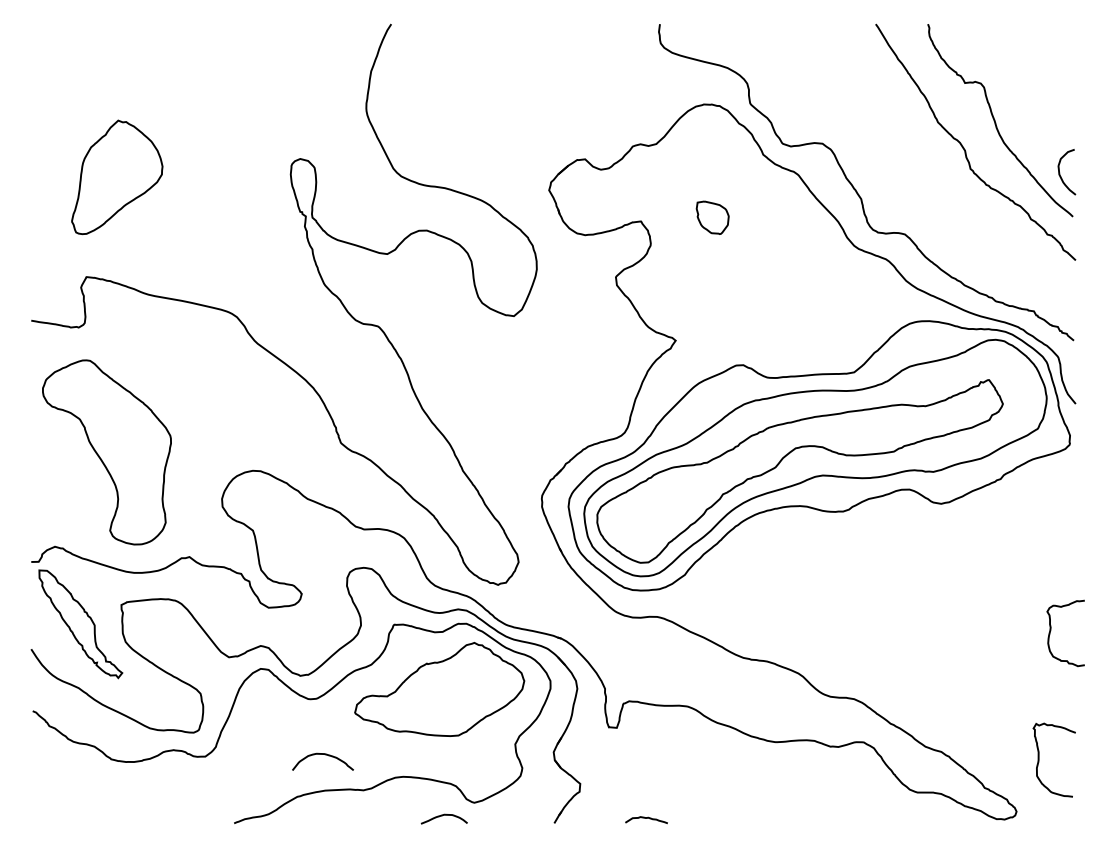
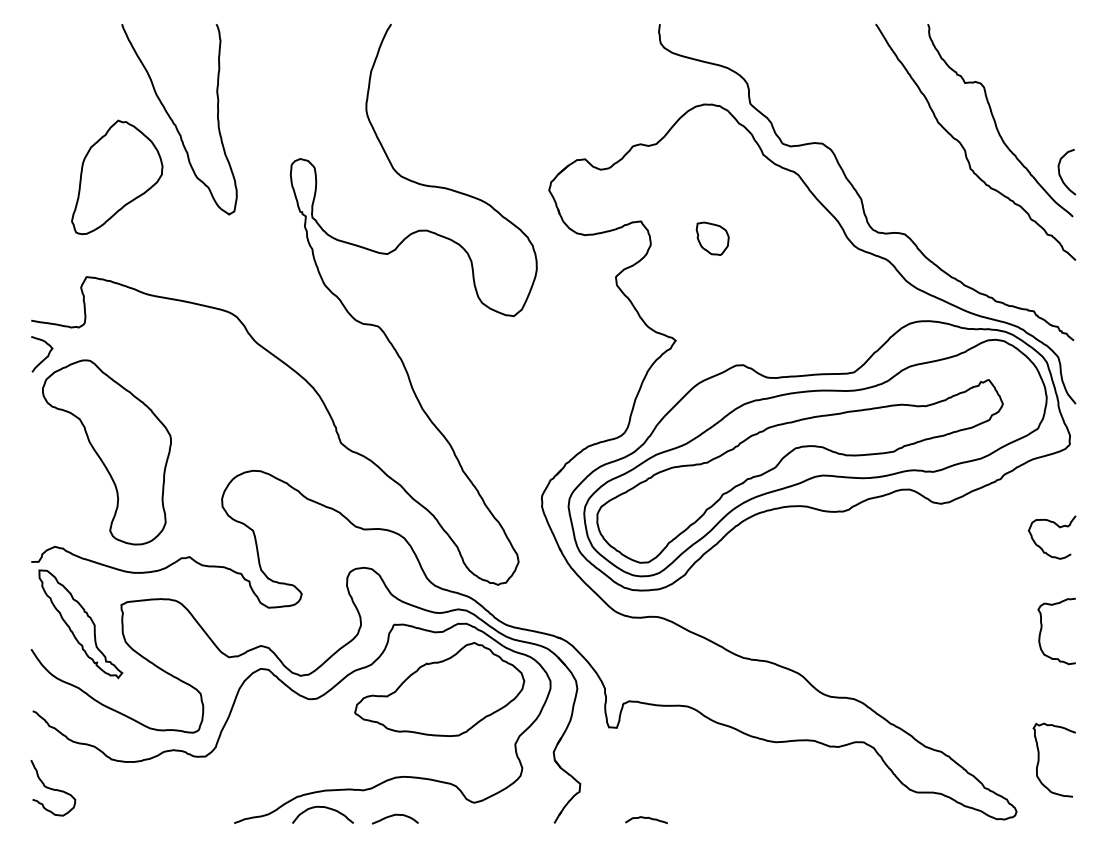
curve at (174, 122): none -> present
part at (712, 217) position: (712, 217) -> (712, 238)
curve at (45, 357): none -> present
curve at (1059, 528): none -> present
curve at (1051, 630) position: (1051, 630) -> (1042, 628)
curve at (325, 755) position: (325, 755) -> (325, 808)
curve at (53, 788): none -> present
curve at (442, 816) position: (442, 816) -> (393, 816)
